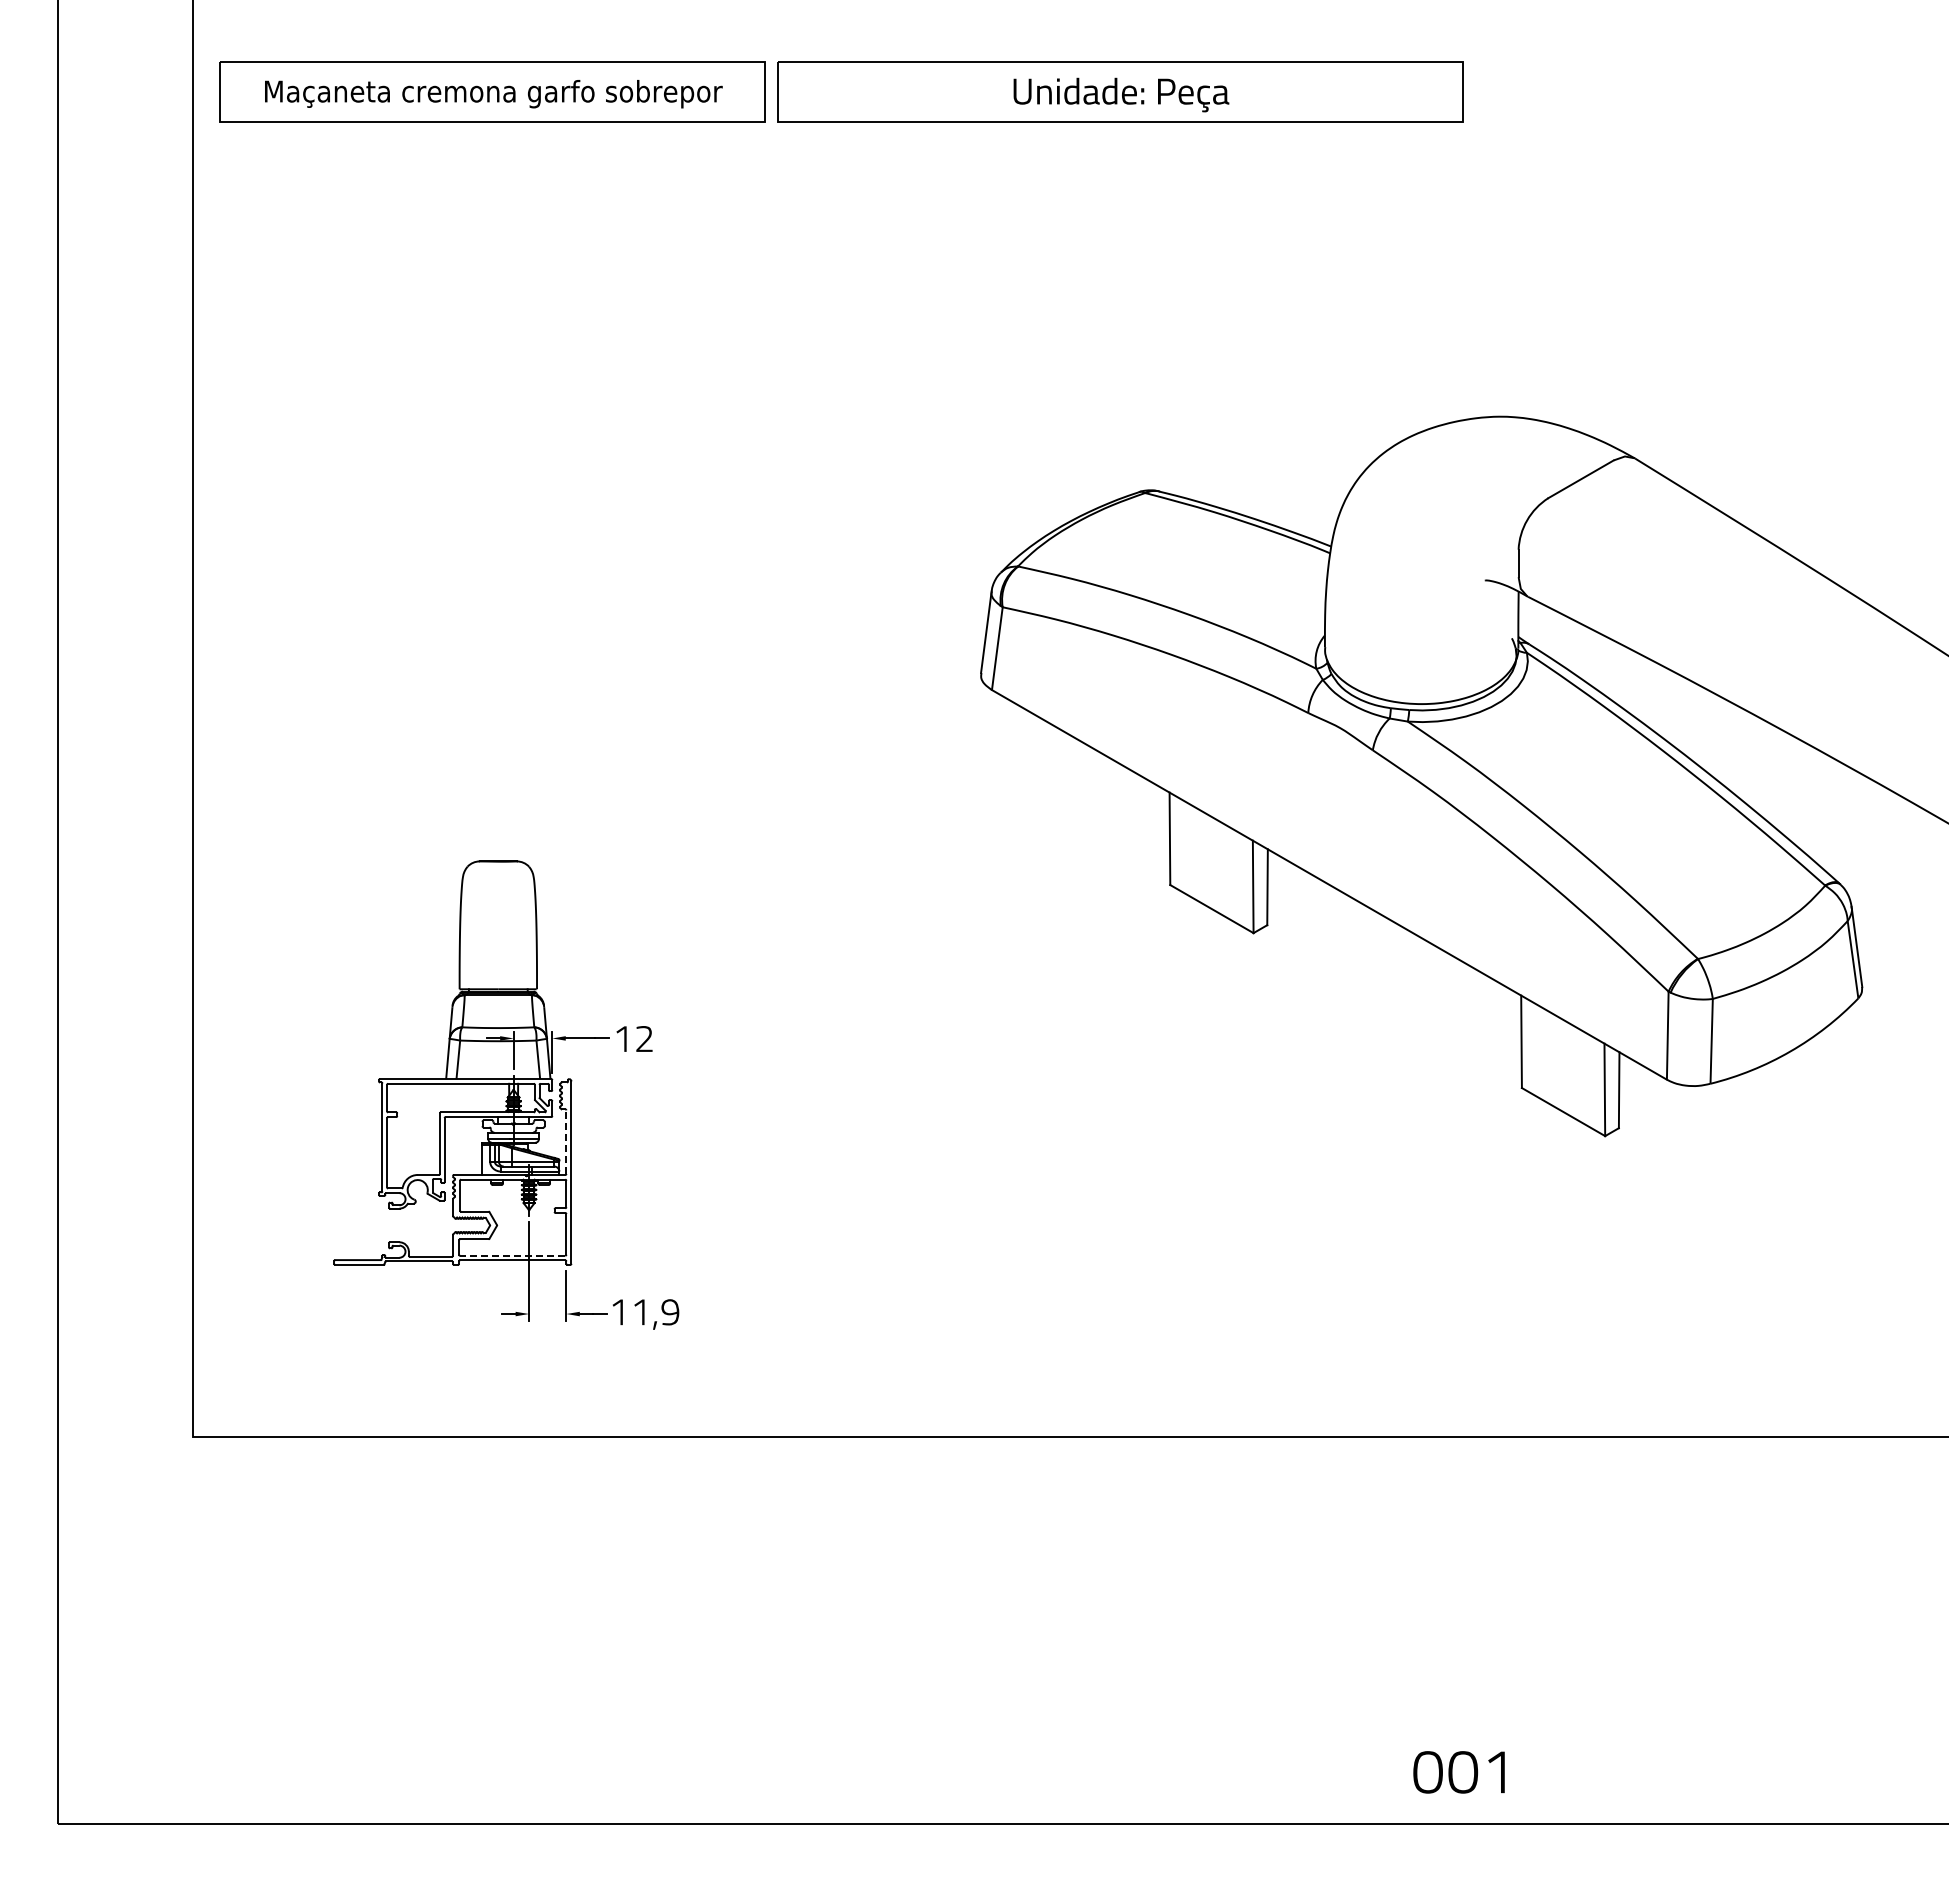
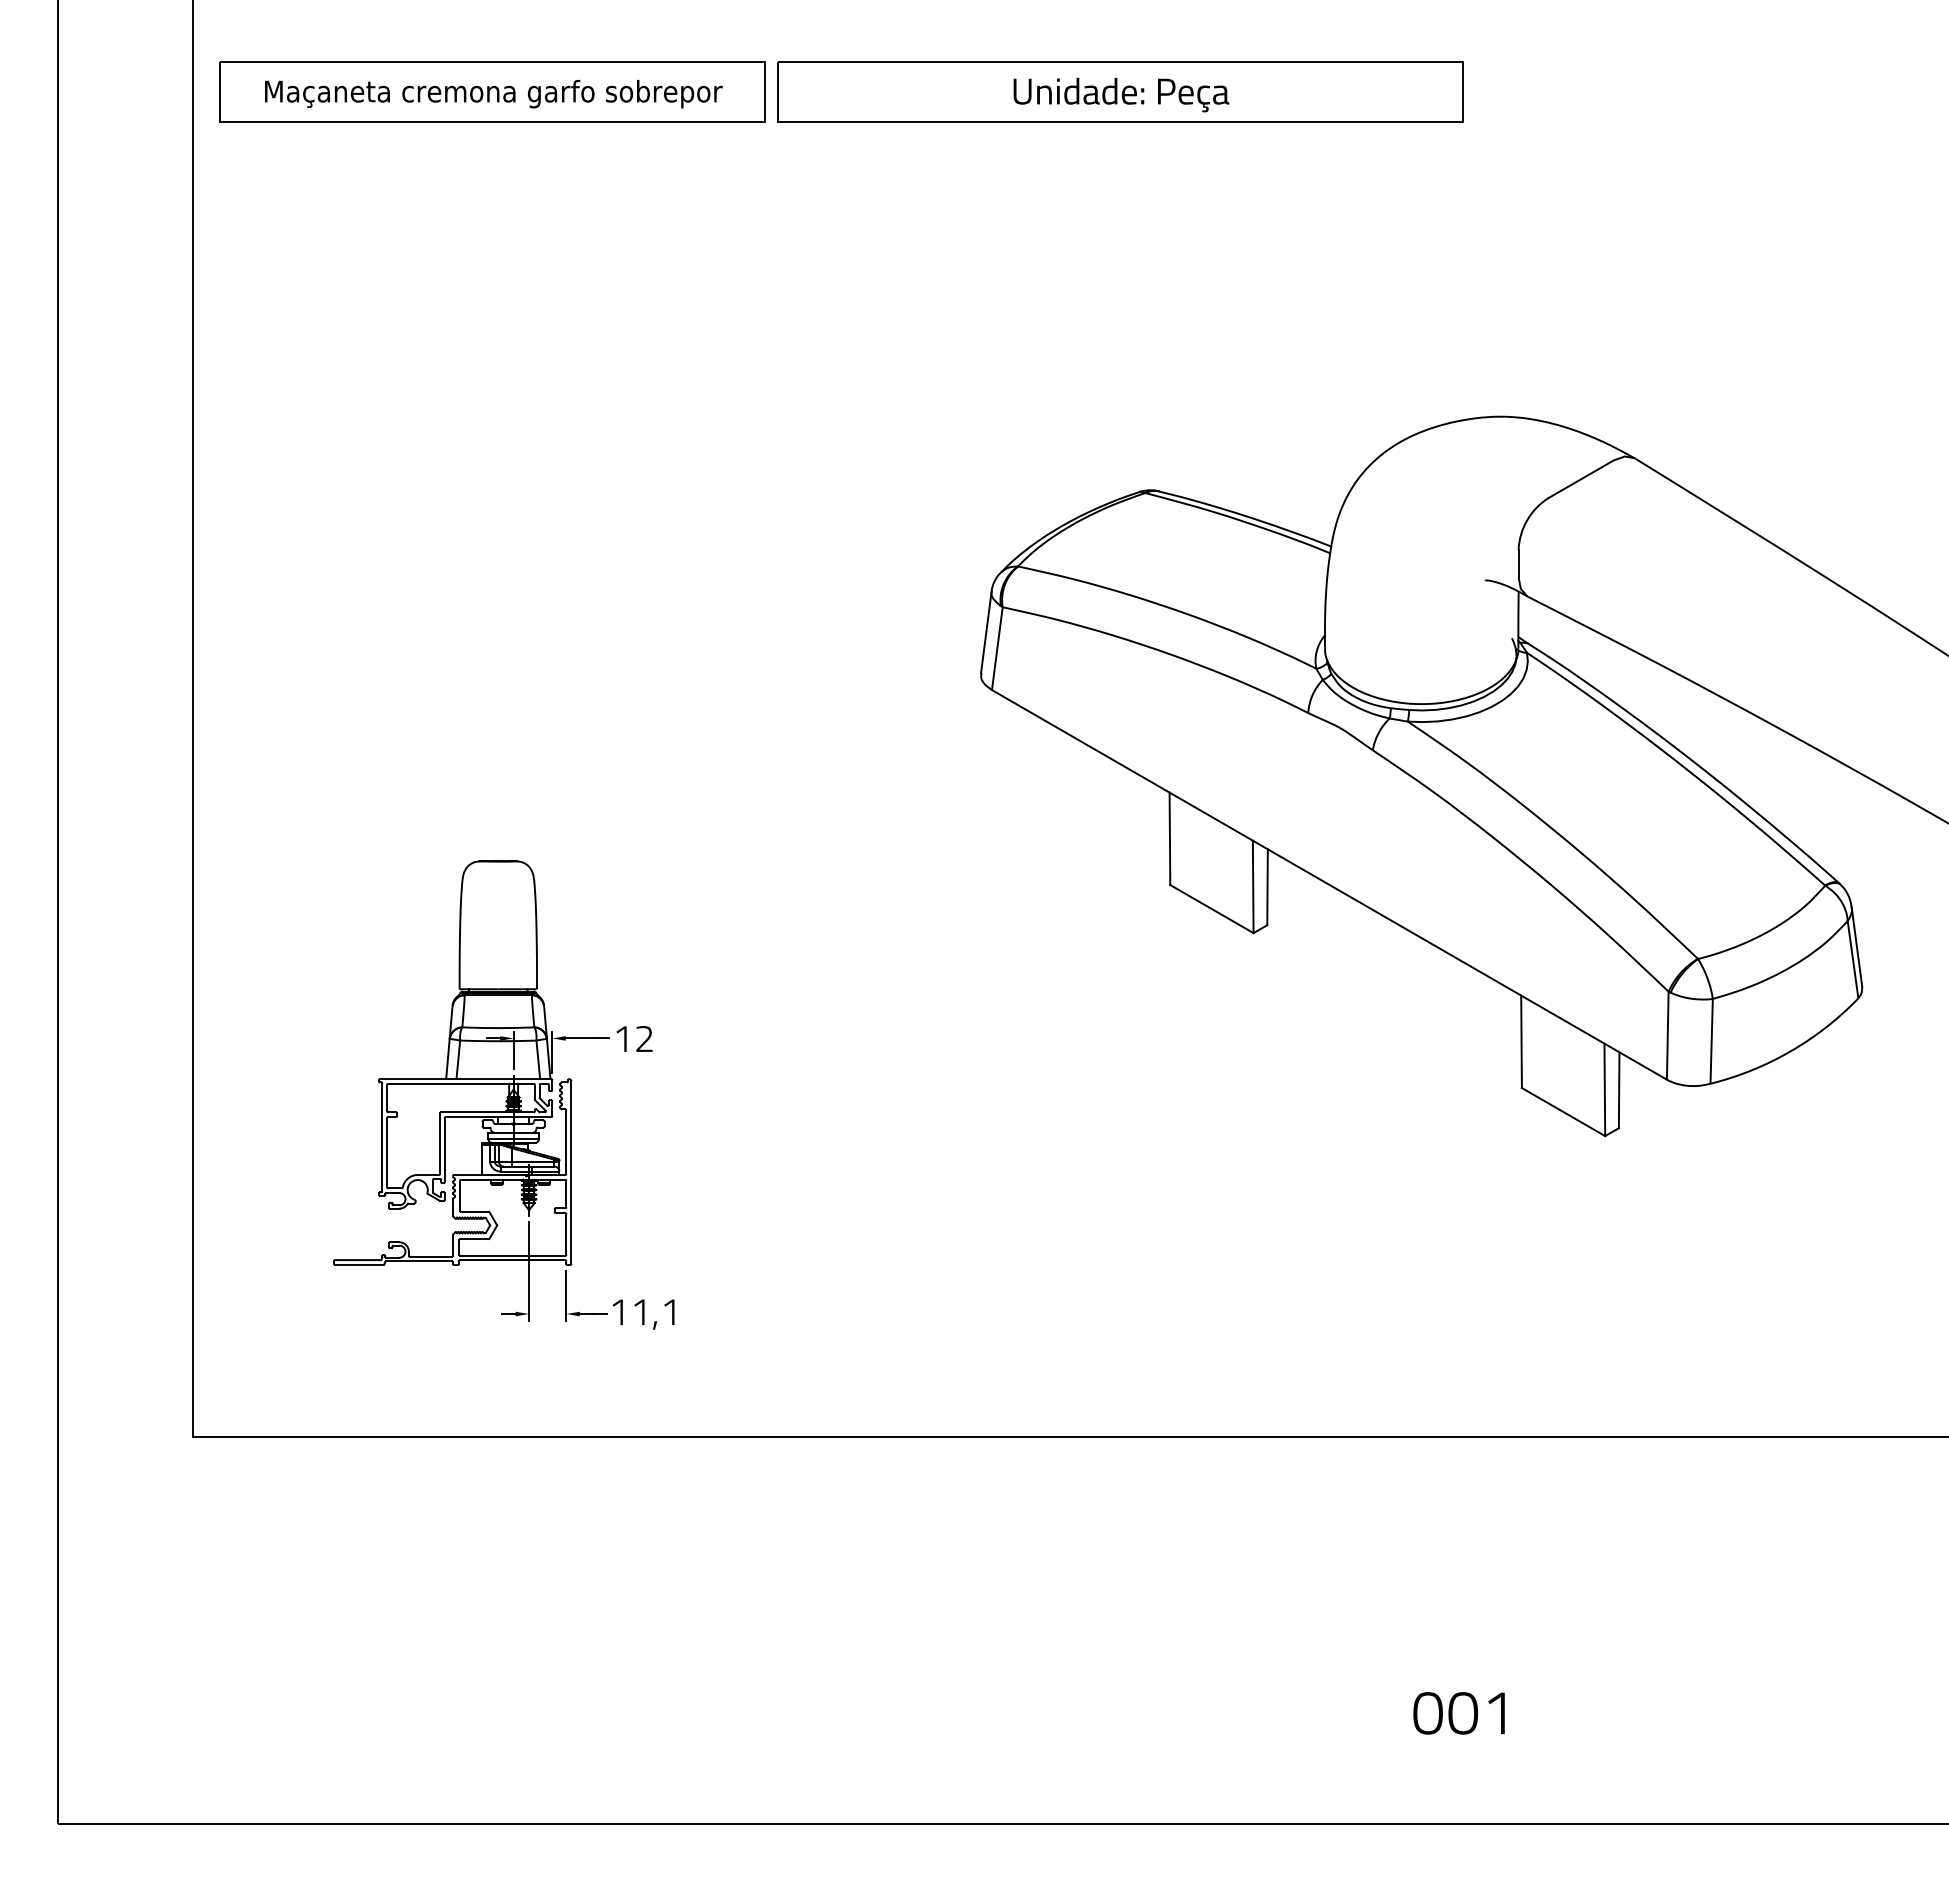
line at (566, 1142): dashed -> solid
line at (512, 1255): dashed -> solid
text at (670, 1312): 11,9 -> 11,1
text at (1458, 1772) position: (1458, 1772) -> (1458, 1713)
